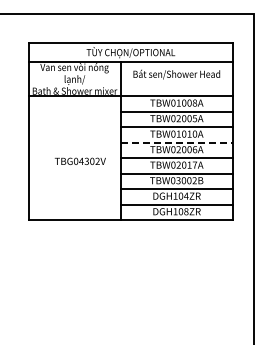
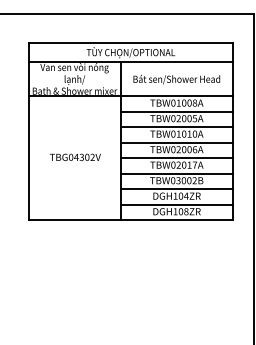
text at (176, 74) position: (176, 74) -> (176, 79)
line at (177, 142): dashed -> solid
text at (79, 160) position: (79, 160) -> (74, 156)
